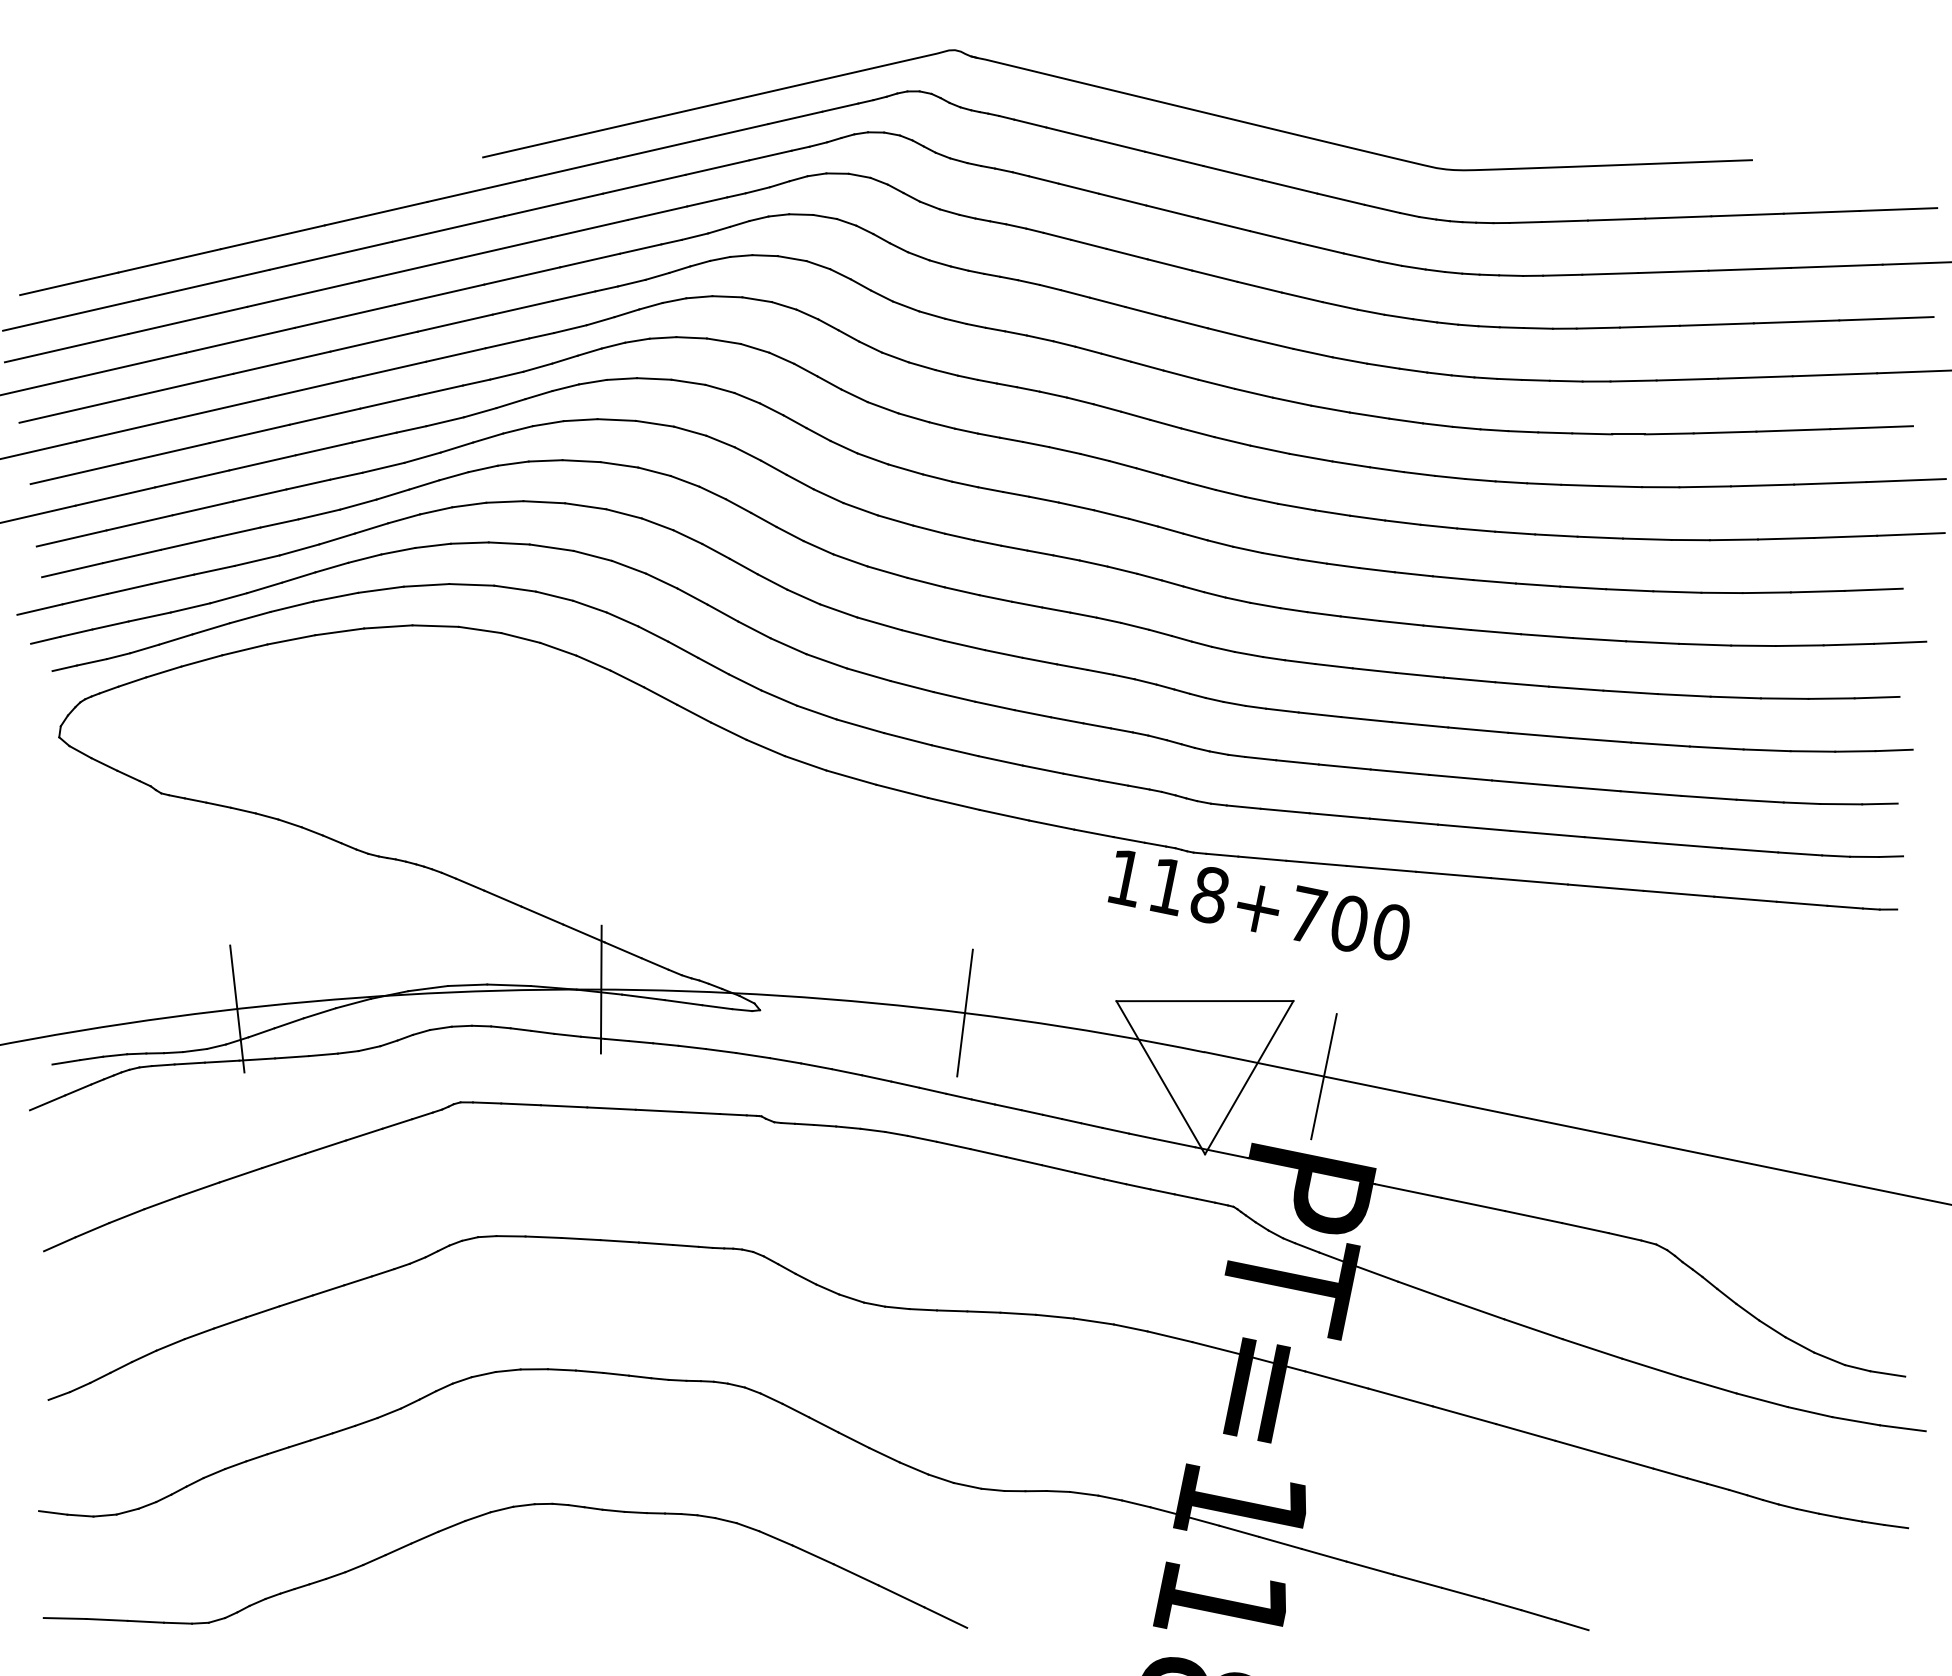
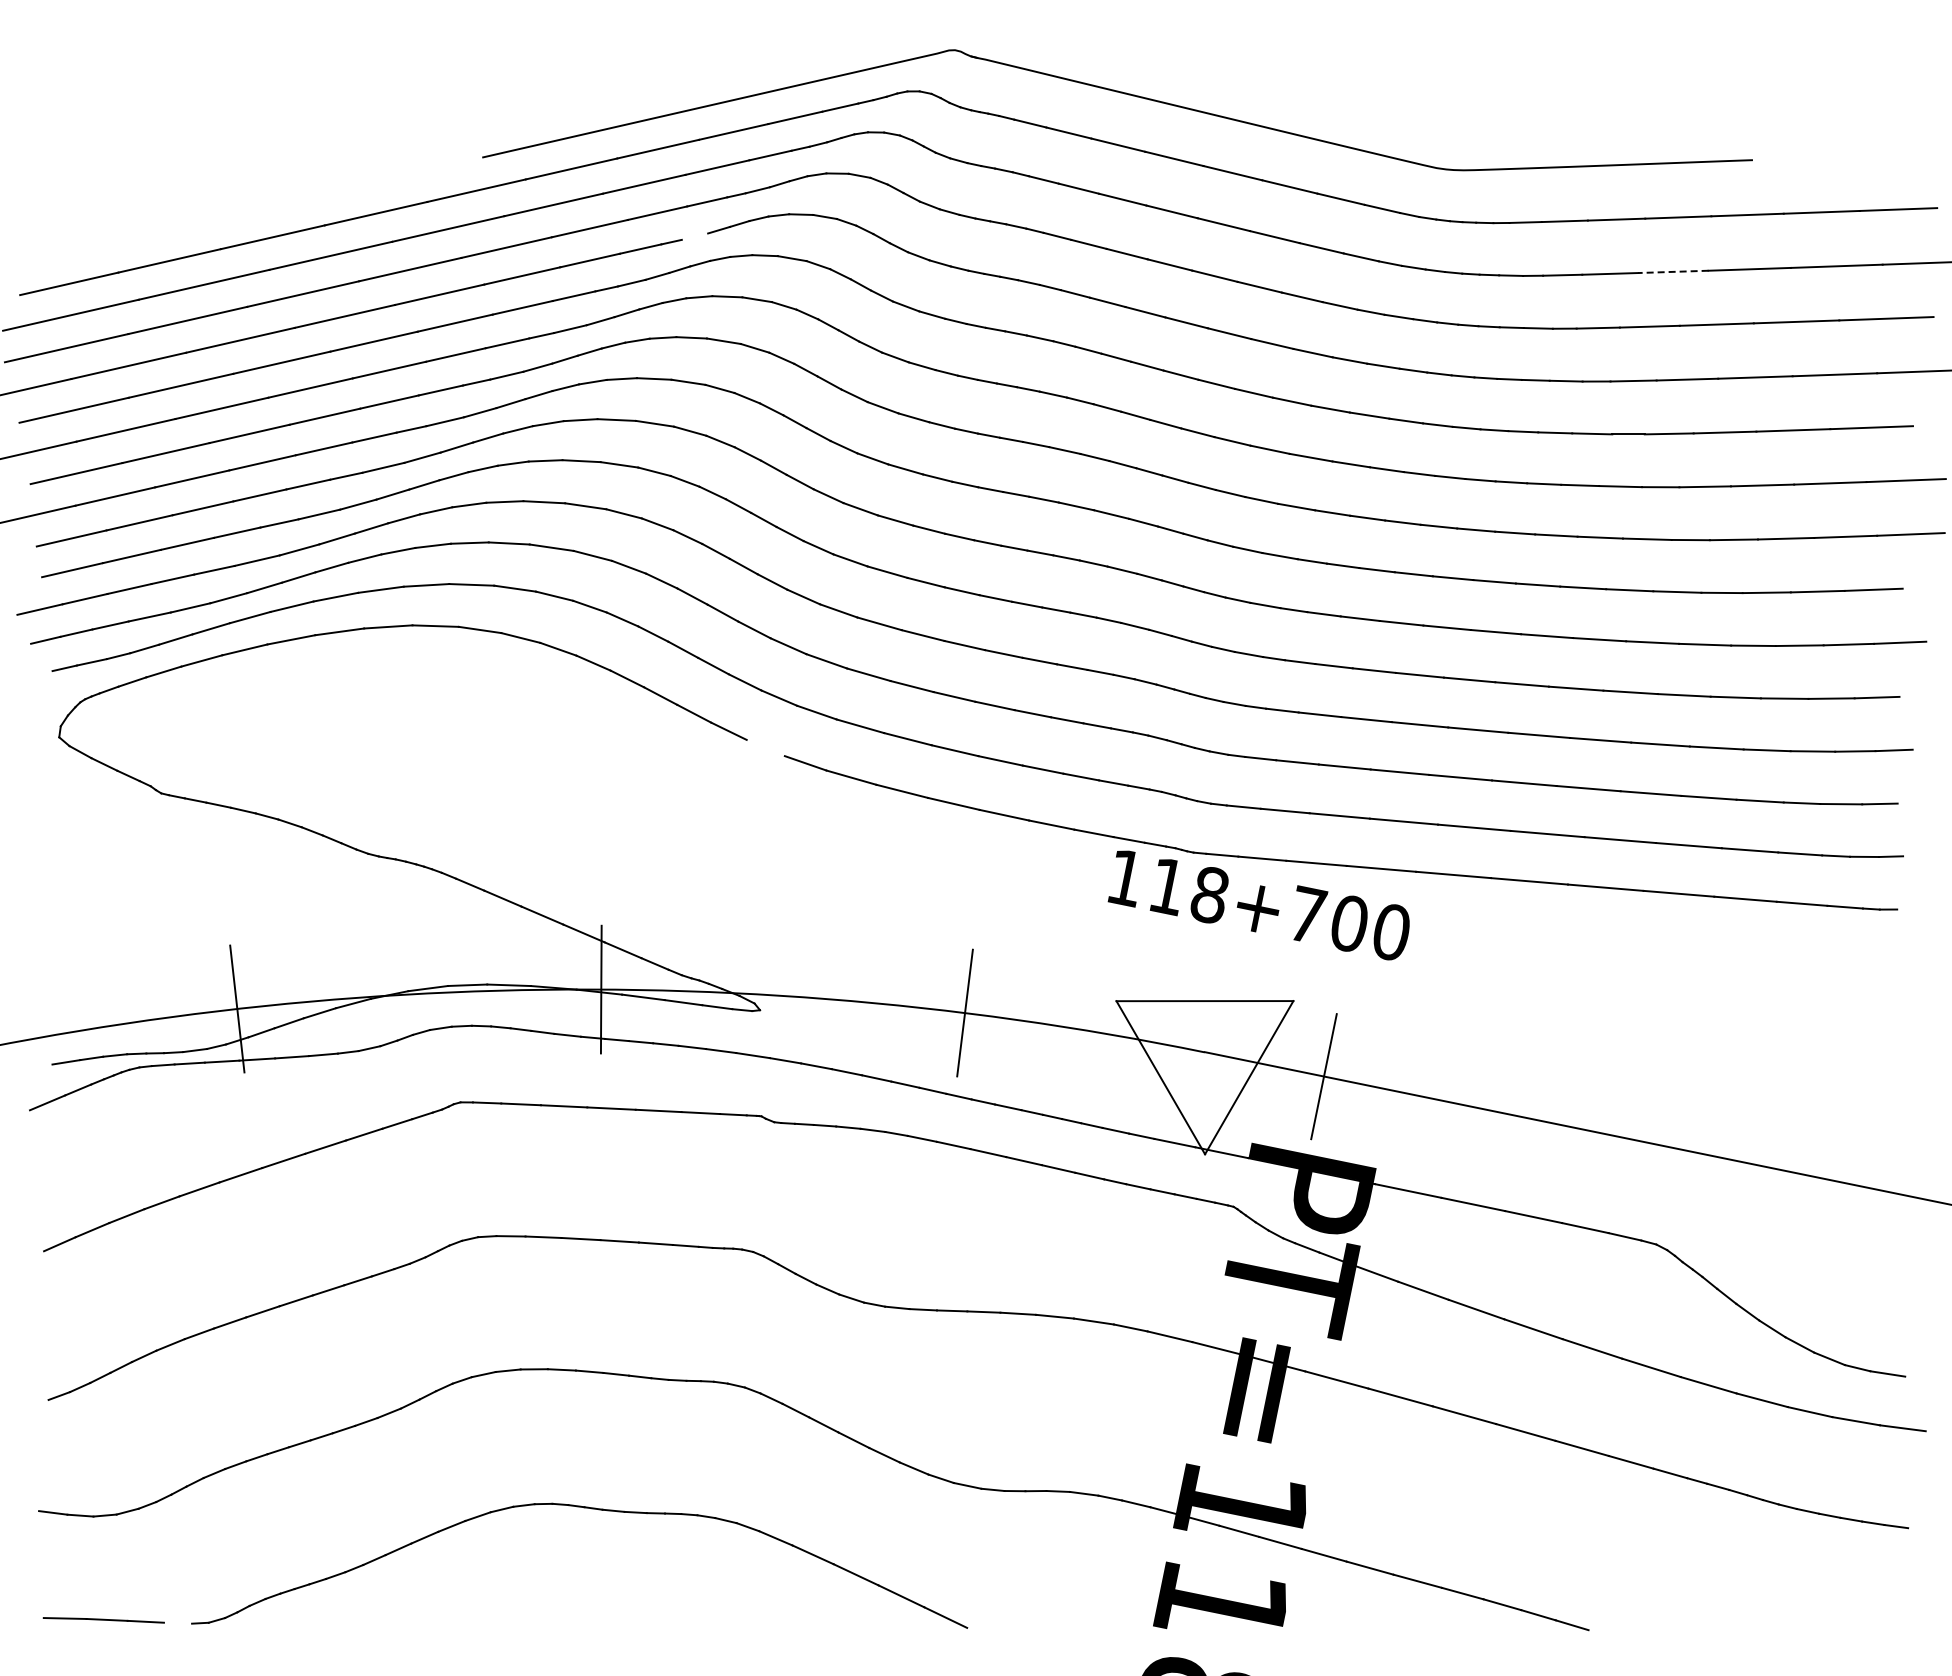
line at (694, 236): present -> none
line at (1672, 271): solid -> dashed
line at (765, 747): present -> none
line at (177, 1622): present -> none
